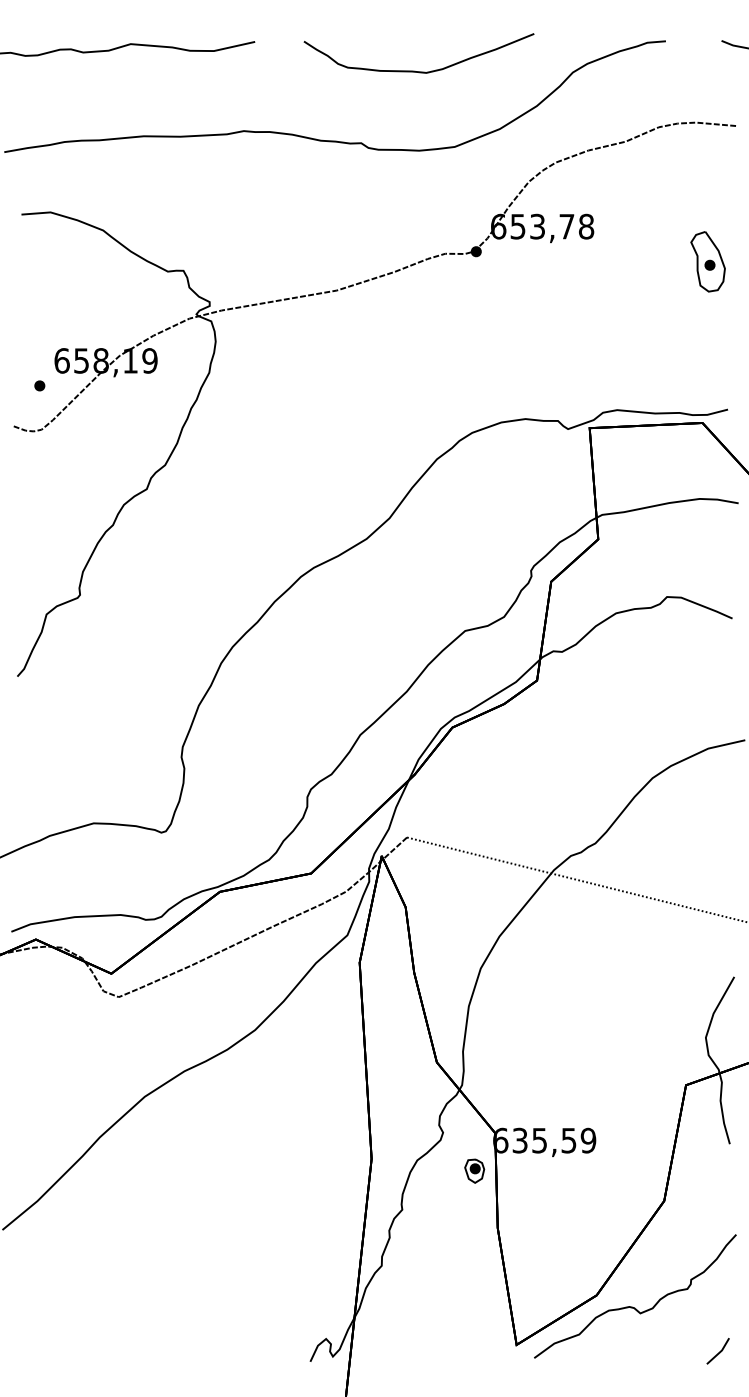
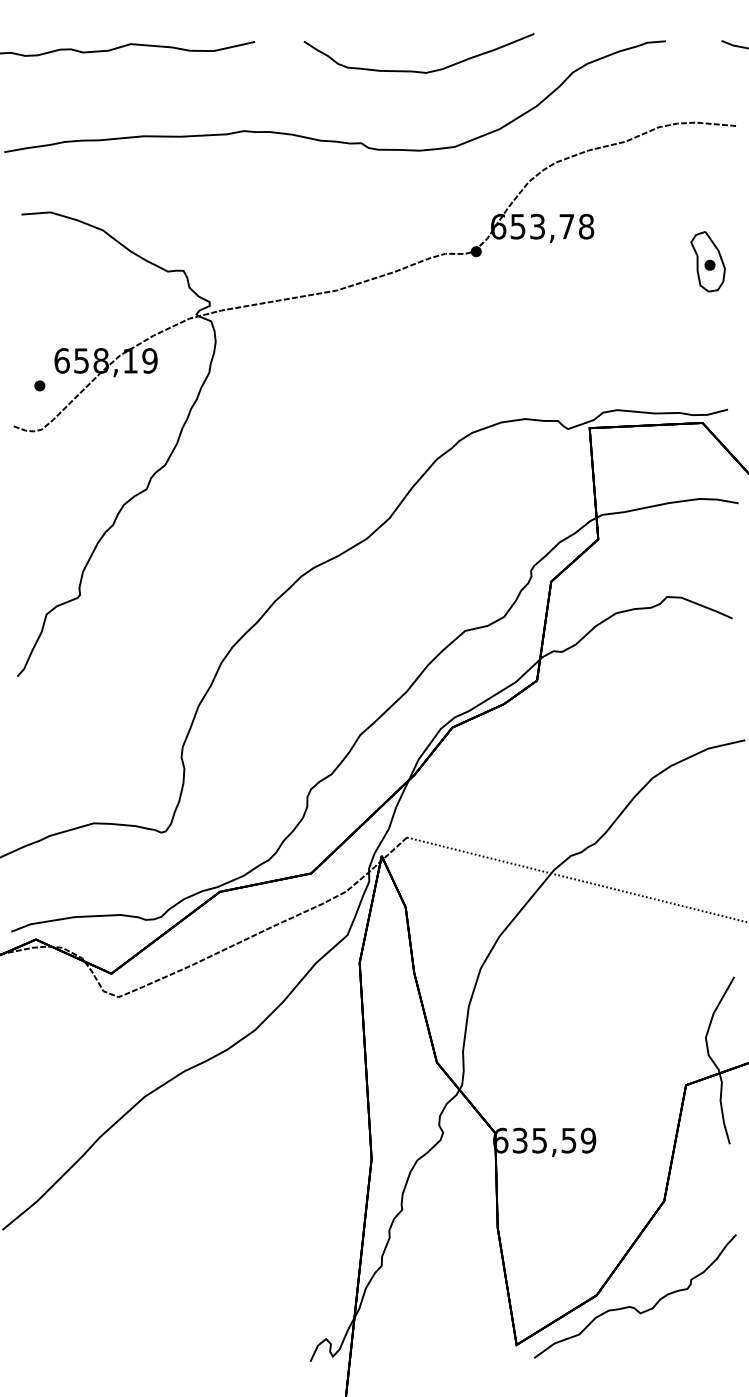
part at (474, 1170): present -> none
line at (718, 1352): present -> none
